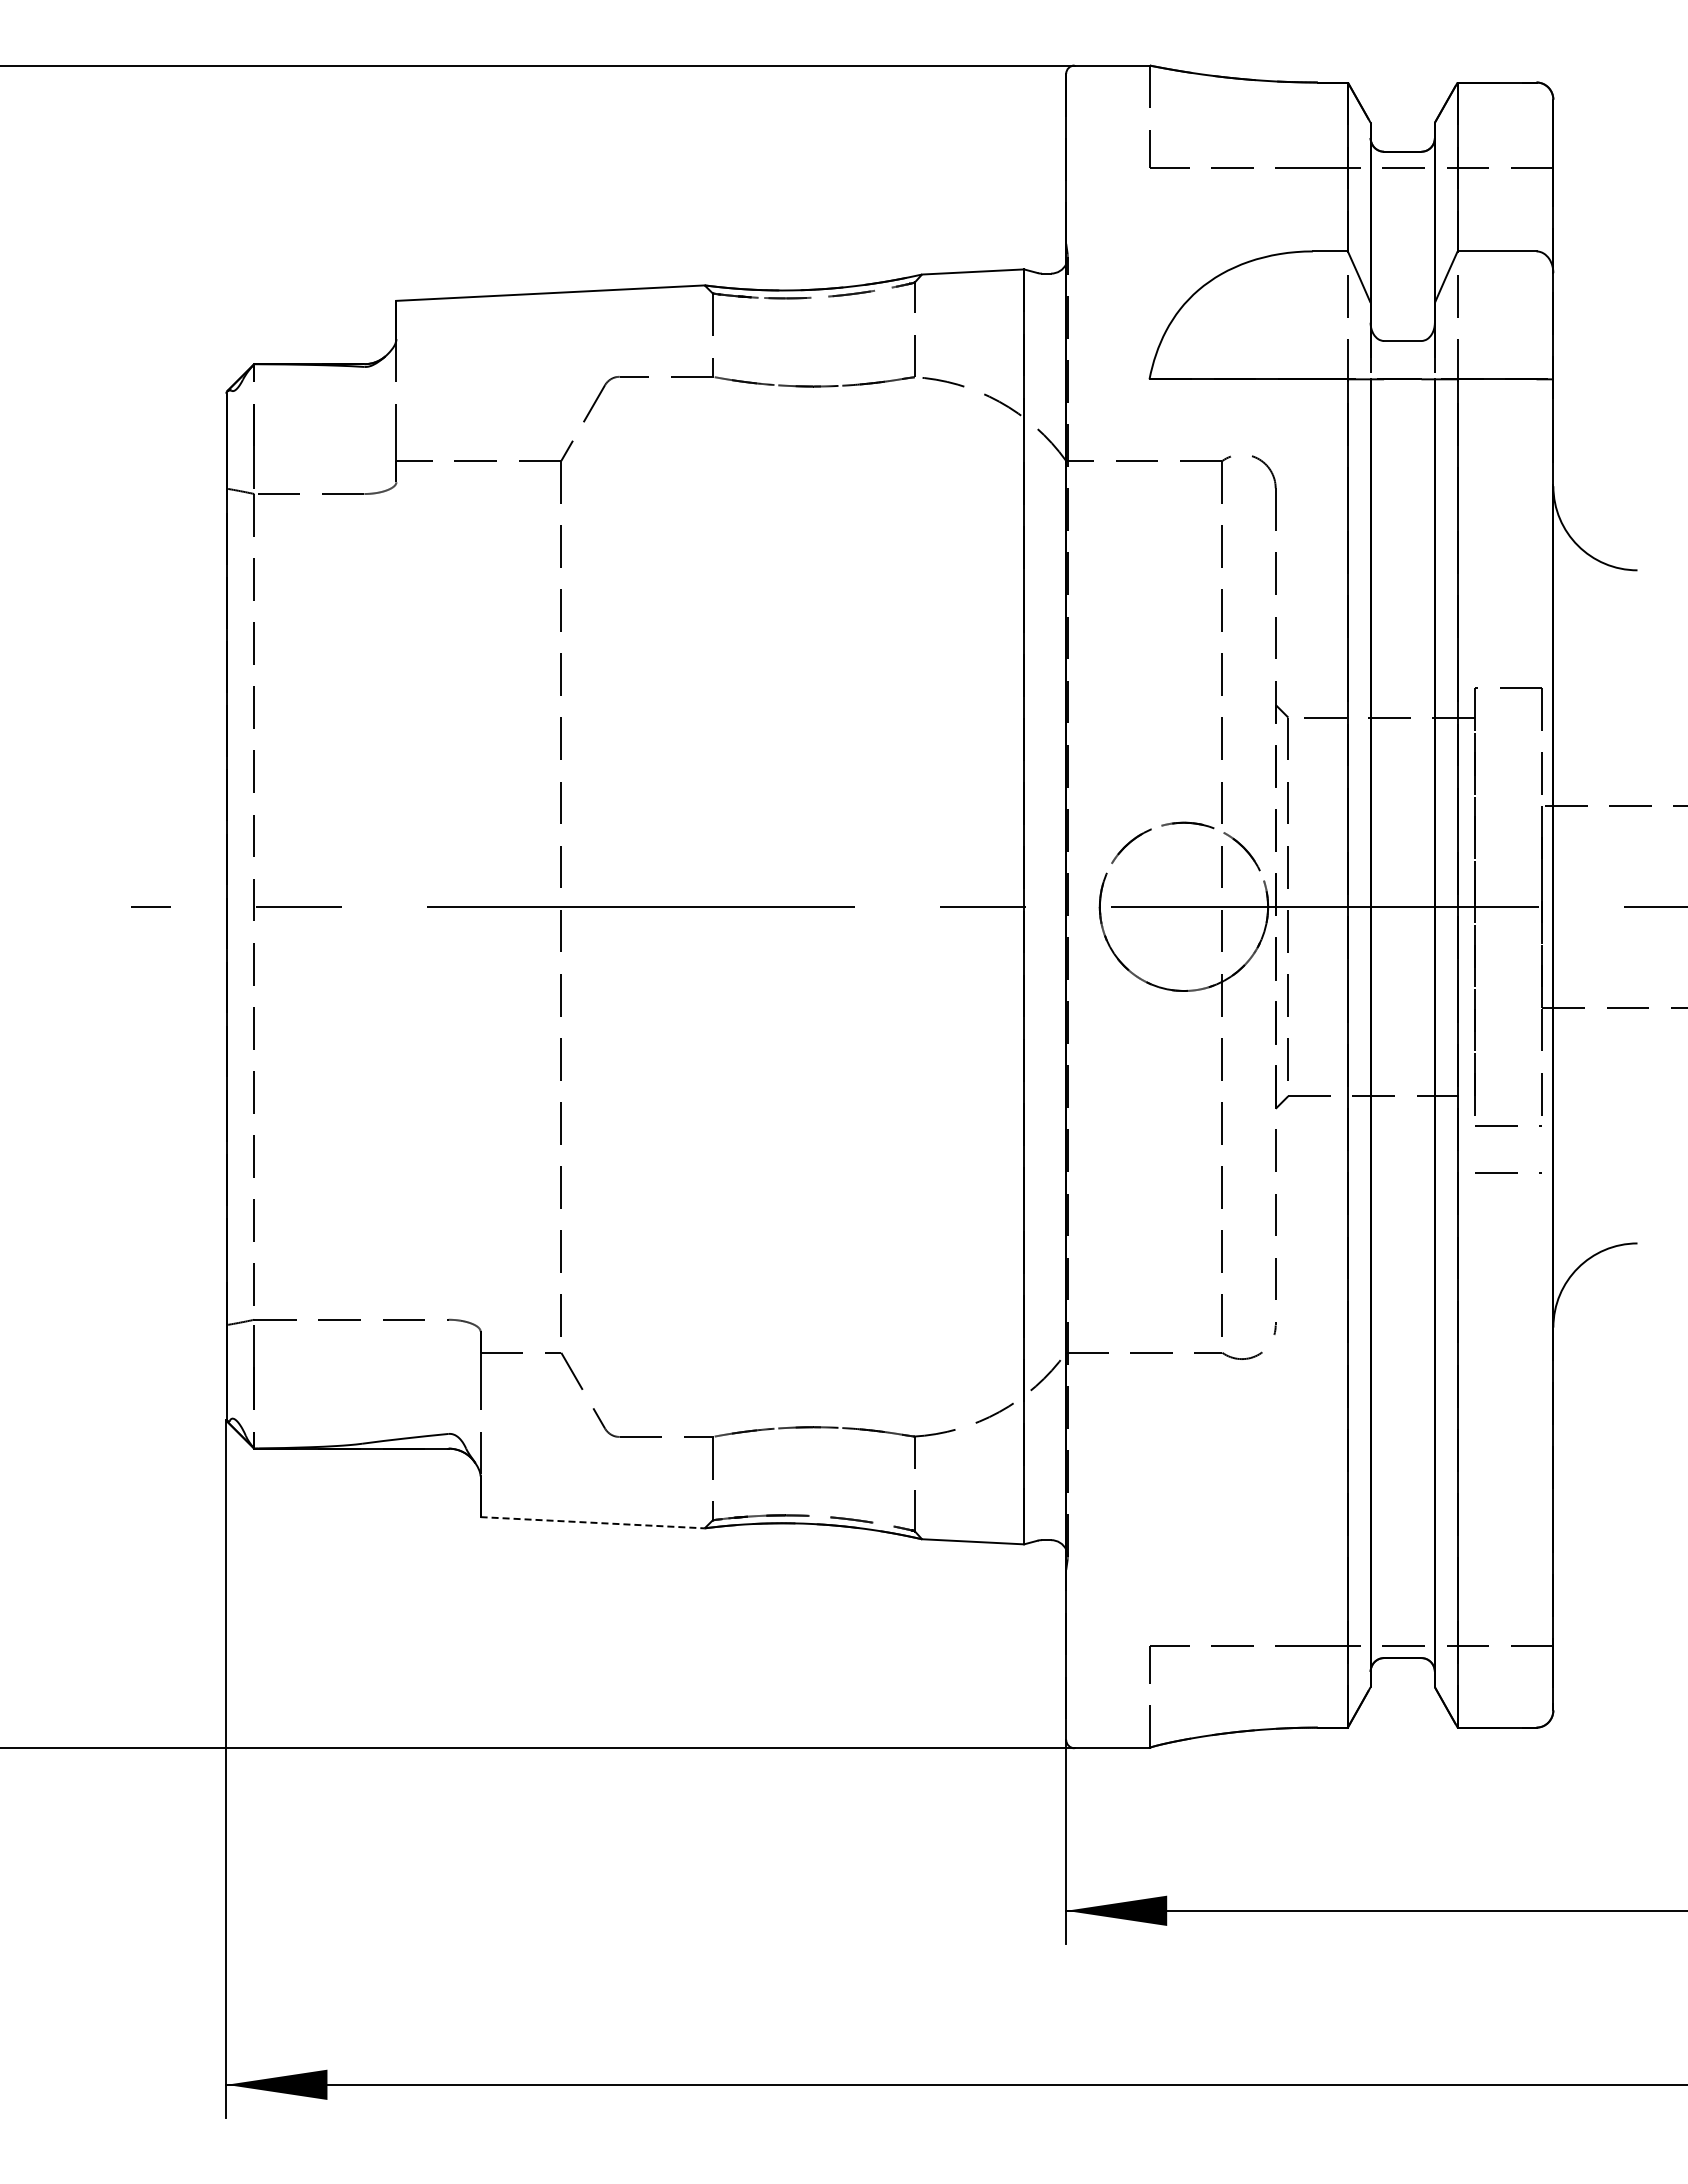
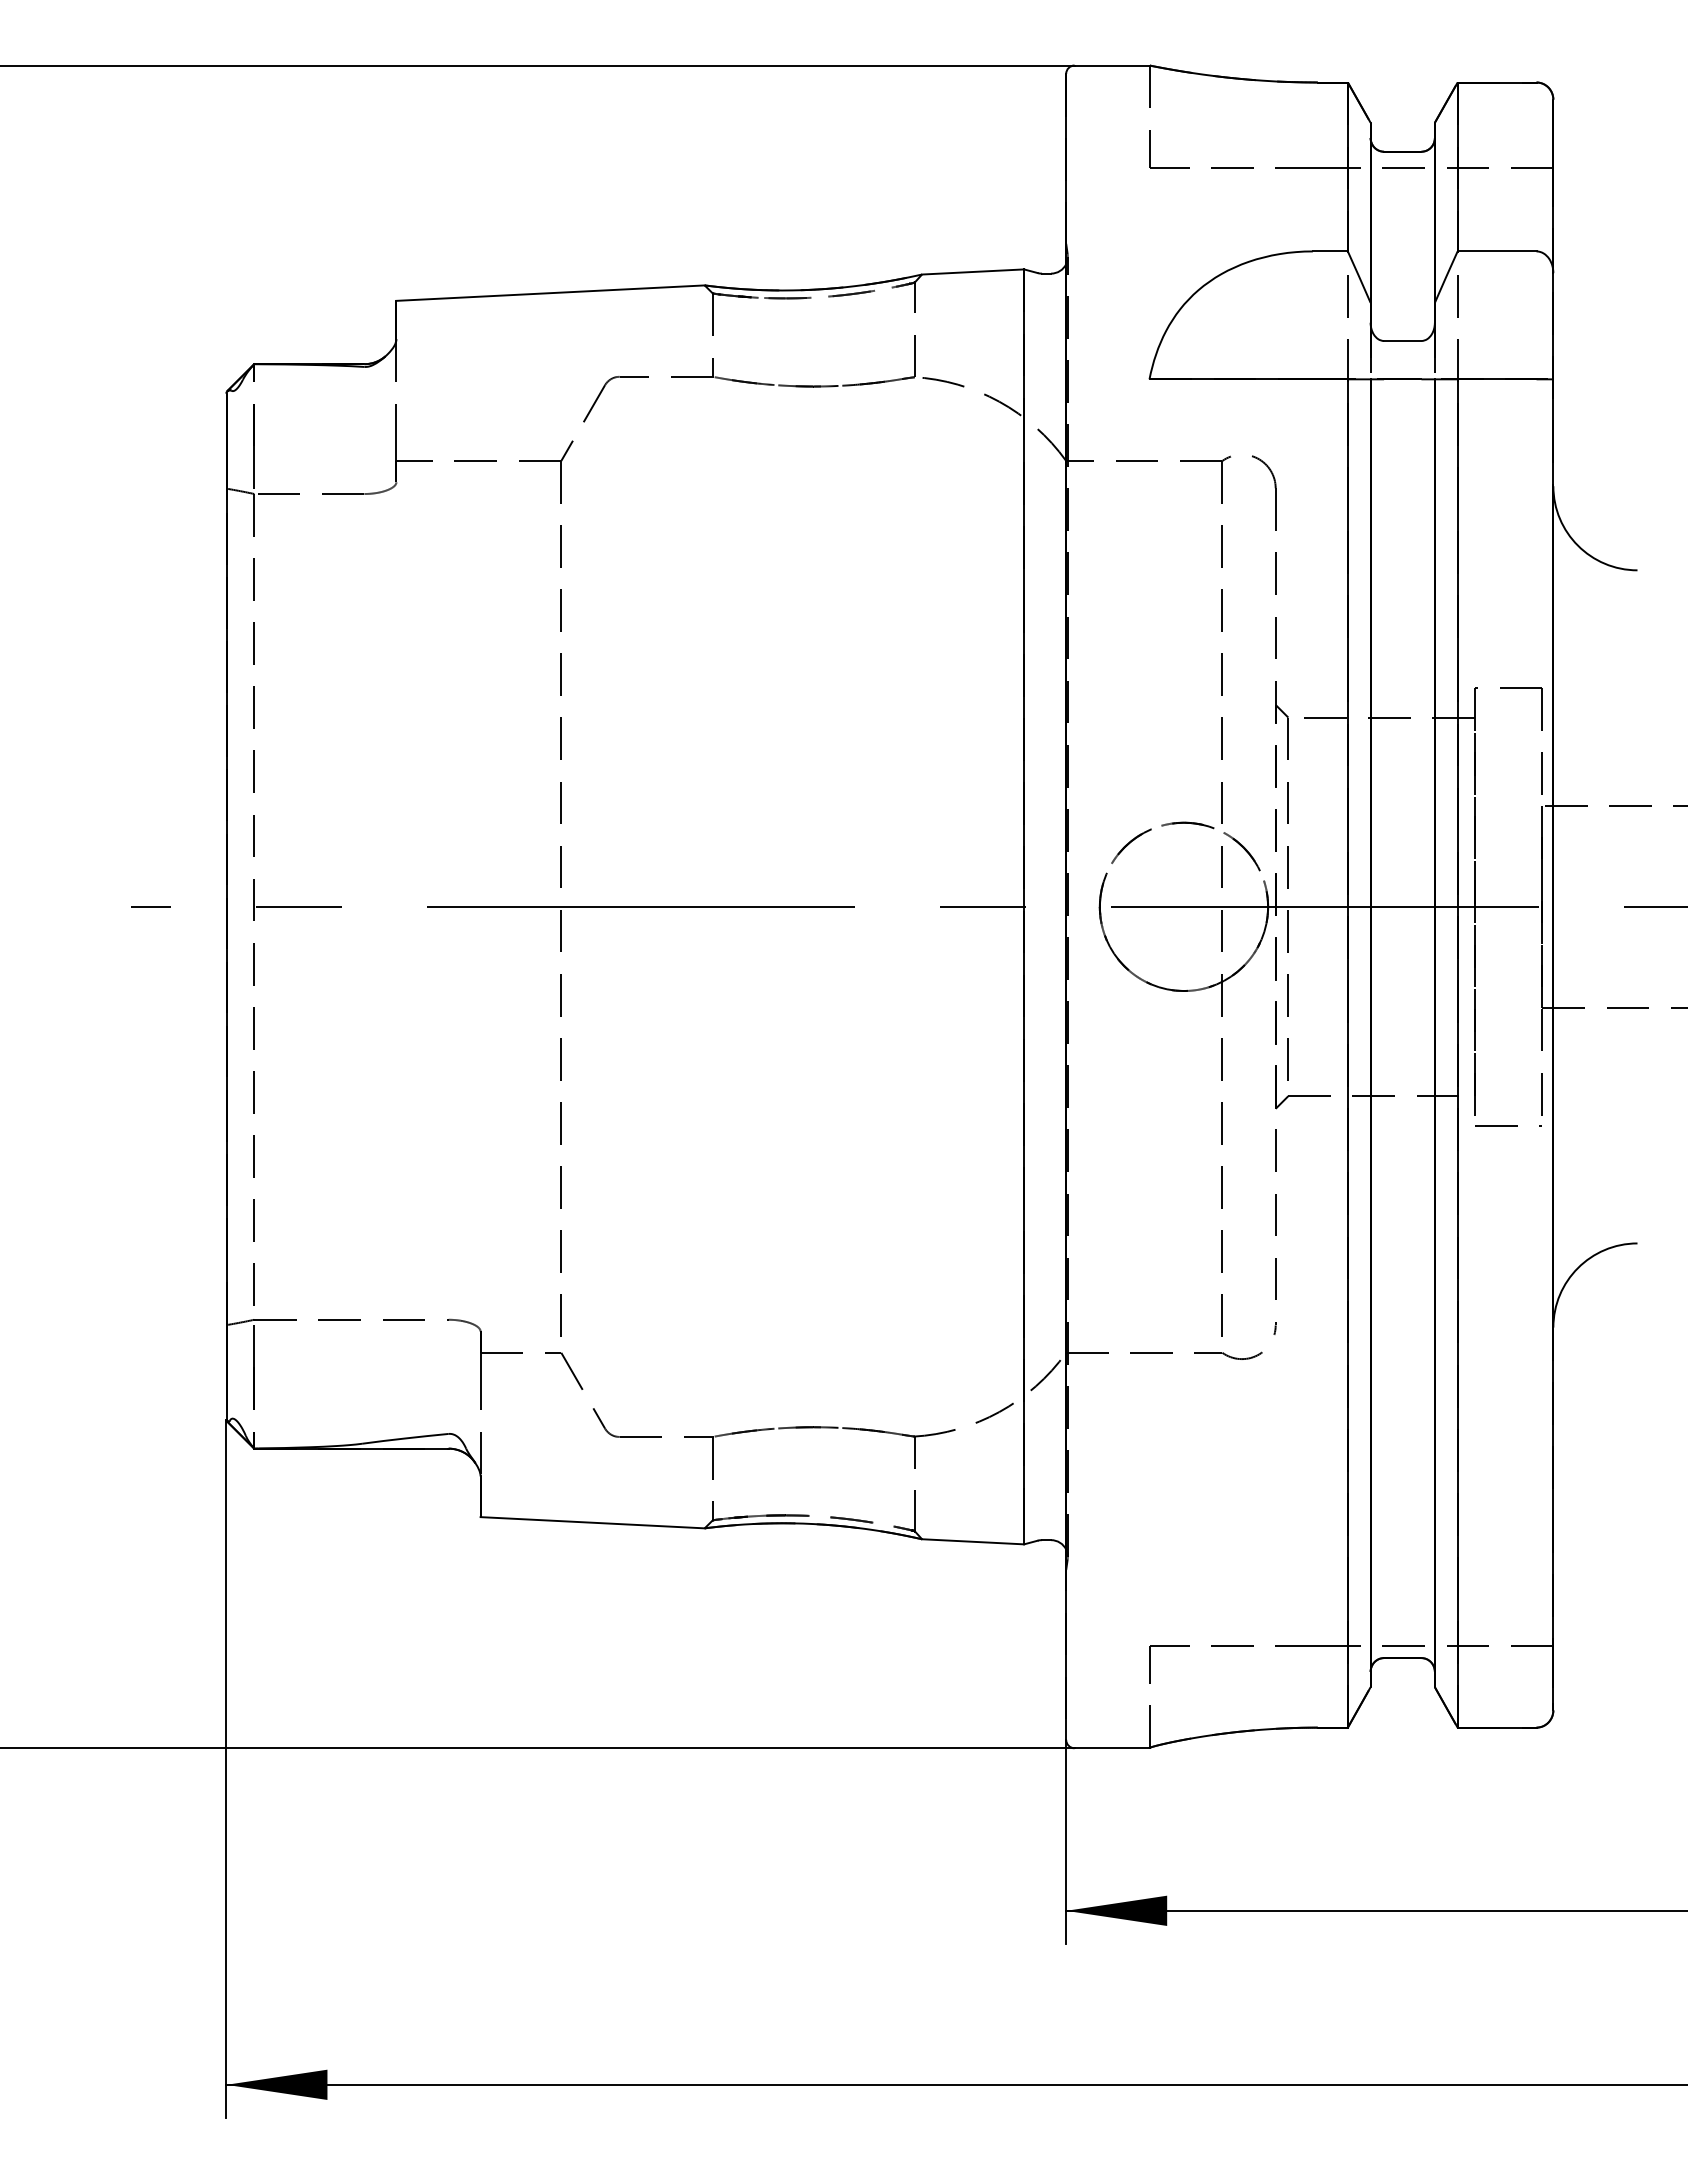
line at (1508, 1172): present -> none
line at (593, 1522): dashed -> solid
